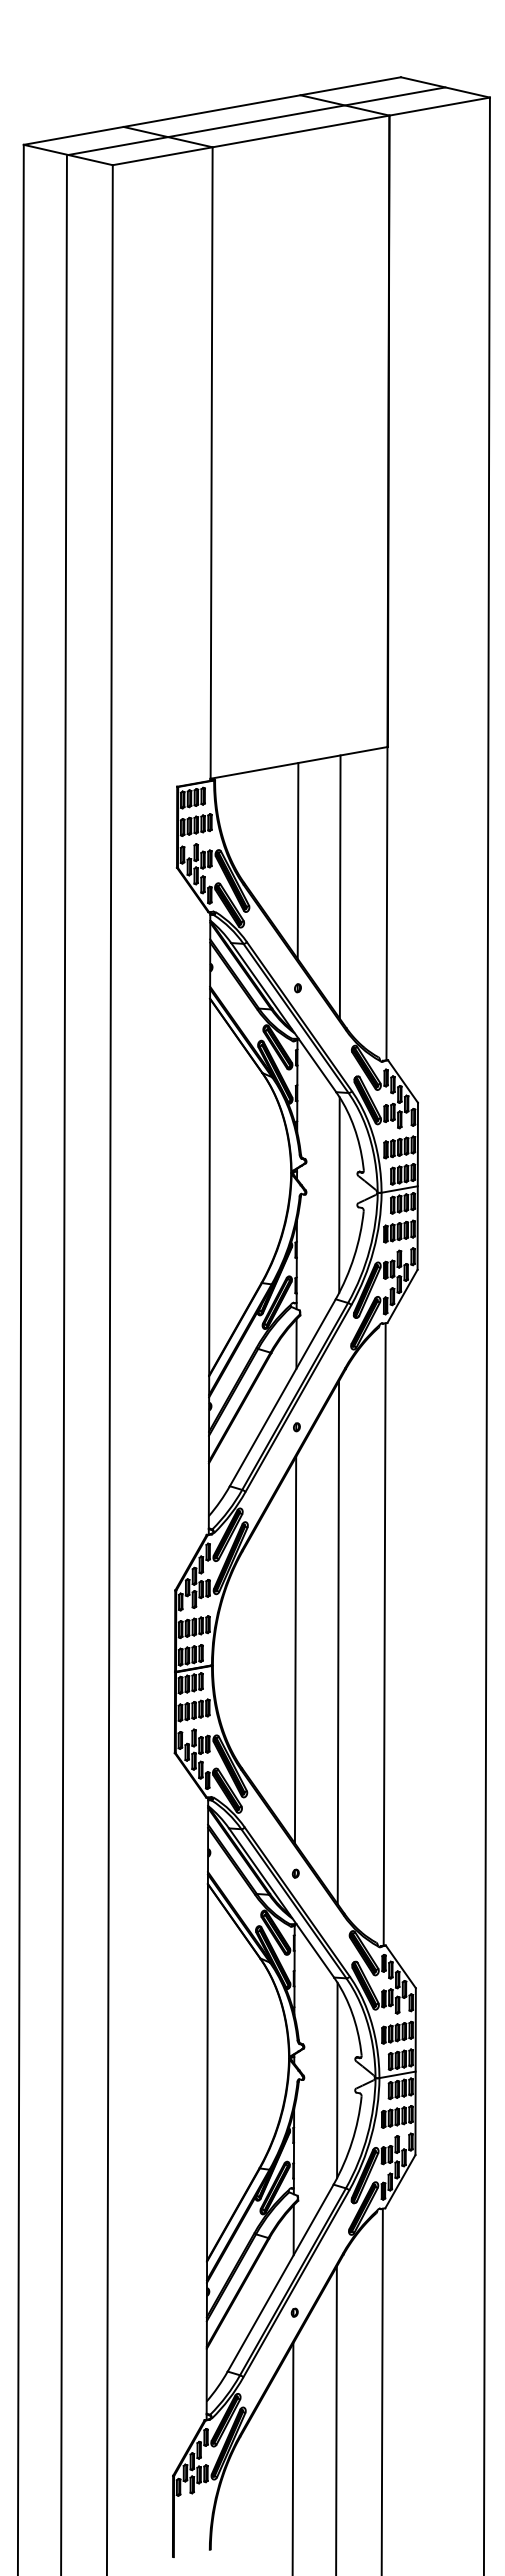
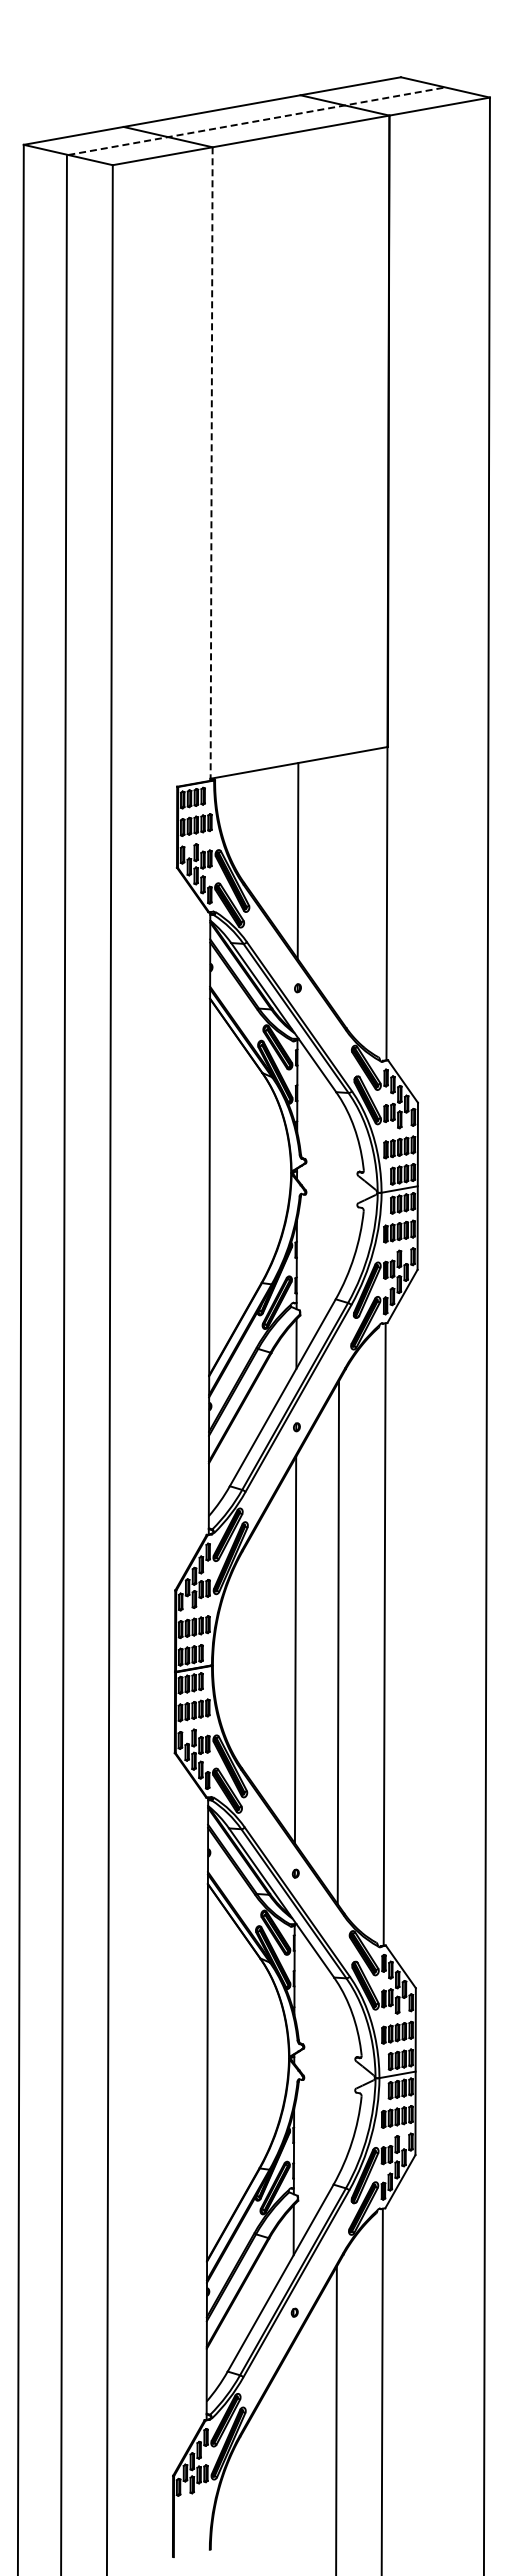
line at (256, 121): solid -> dashed
line at (211, 463): solid -> dashed
line at (339, 886): present -> none
line at (339, 1194): present -> none
line at (337, 2080): present -> none
line at (292, 2457): present -> none
